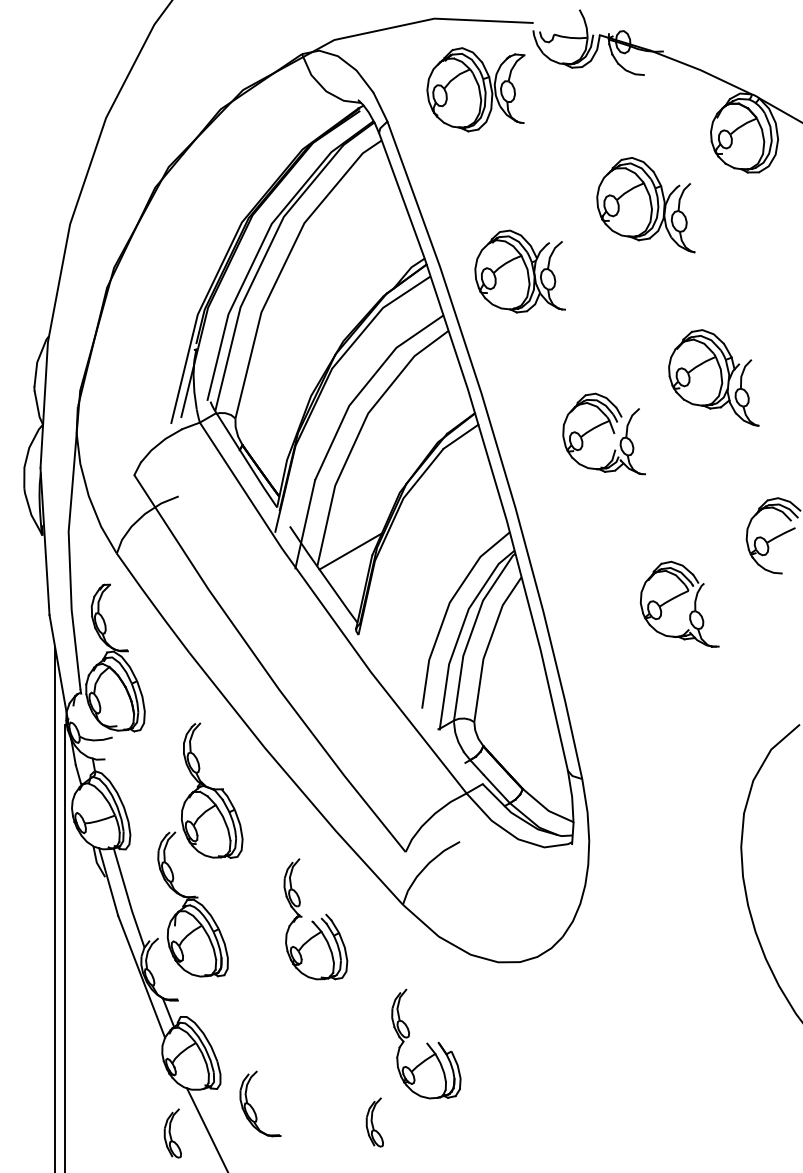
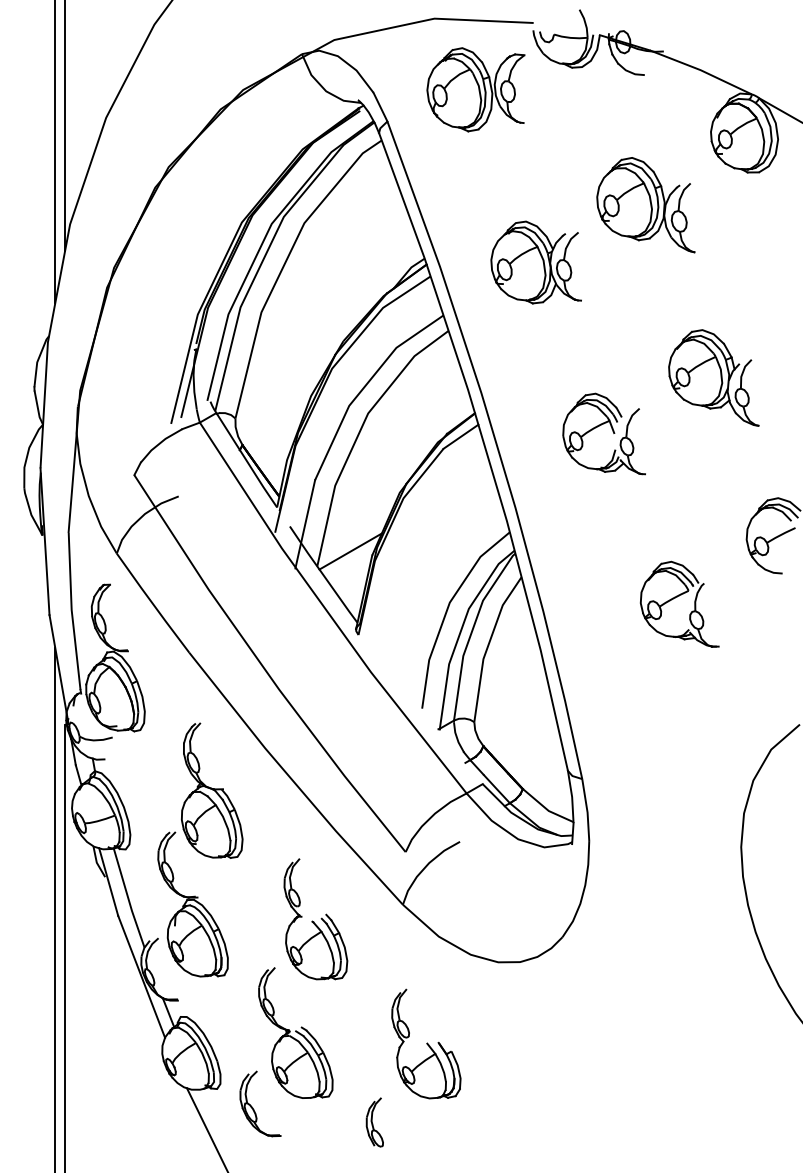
line at (65, 126): none -> present
line at (55, 152): none -> present
part at (519, 271) position: (519, 271) -> (535, 262)
part at (295, 1032): none -> present
part at (172, 1133): present -> none
